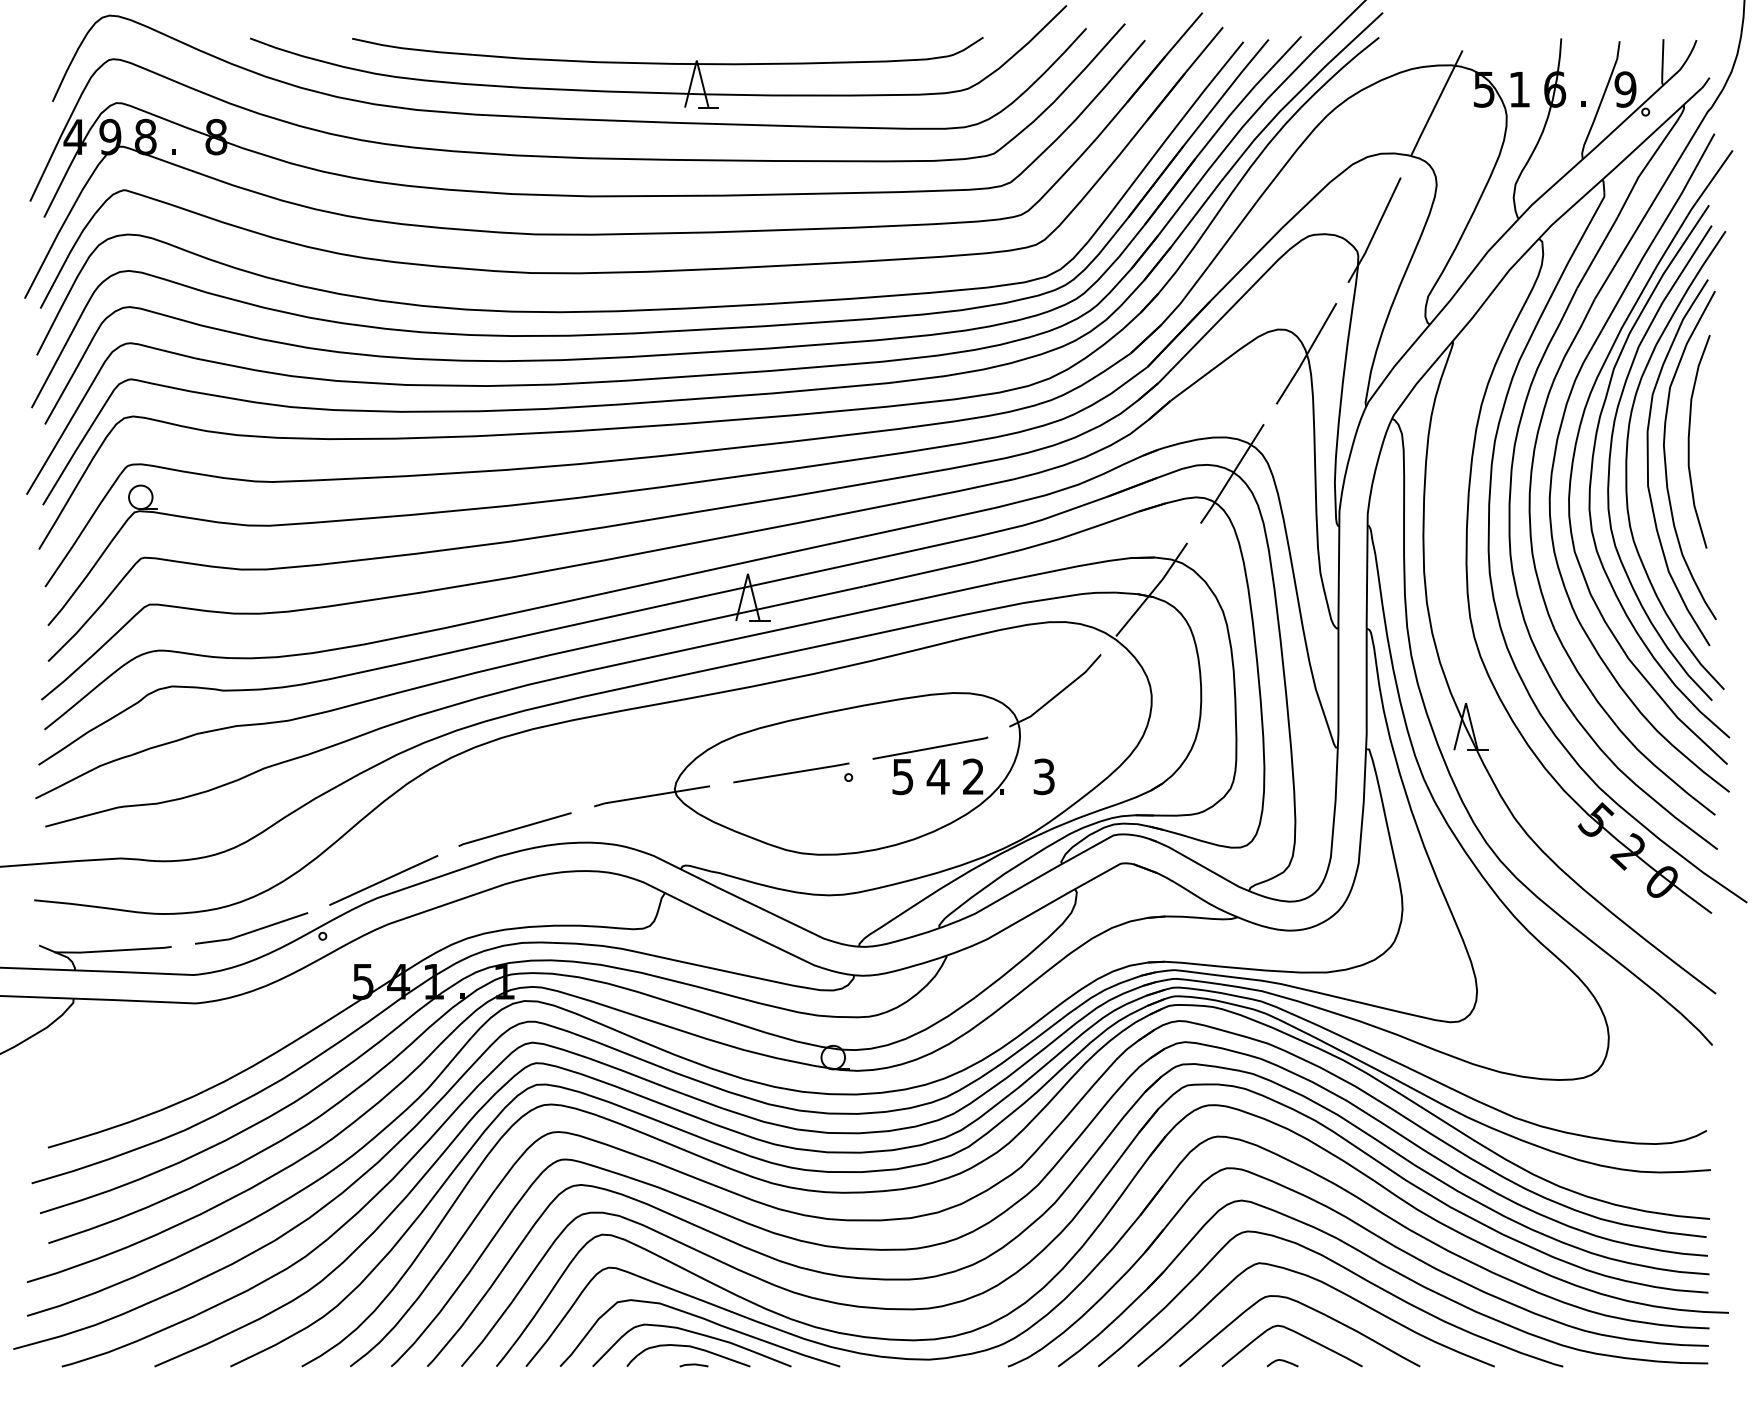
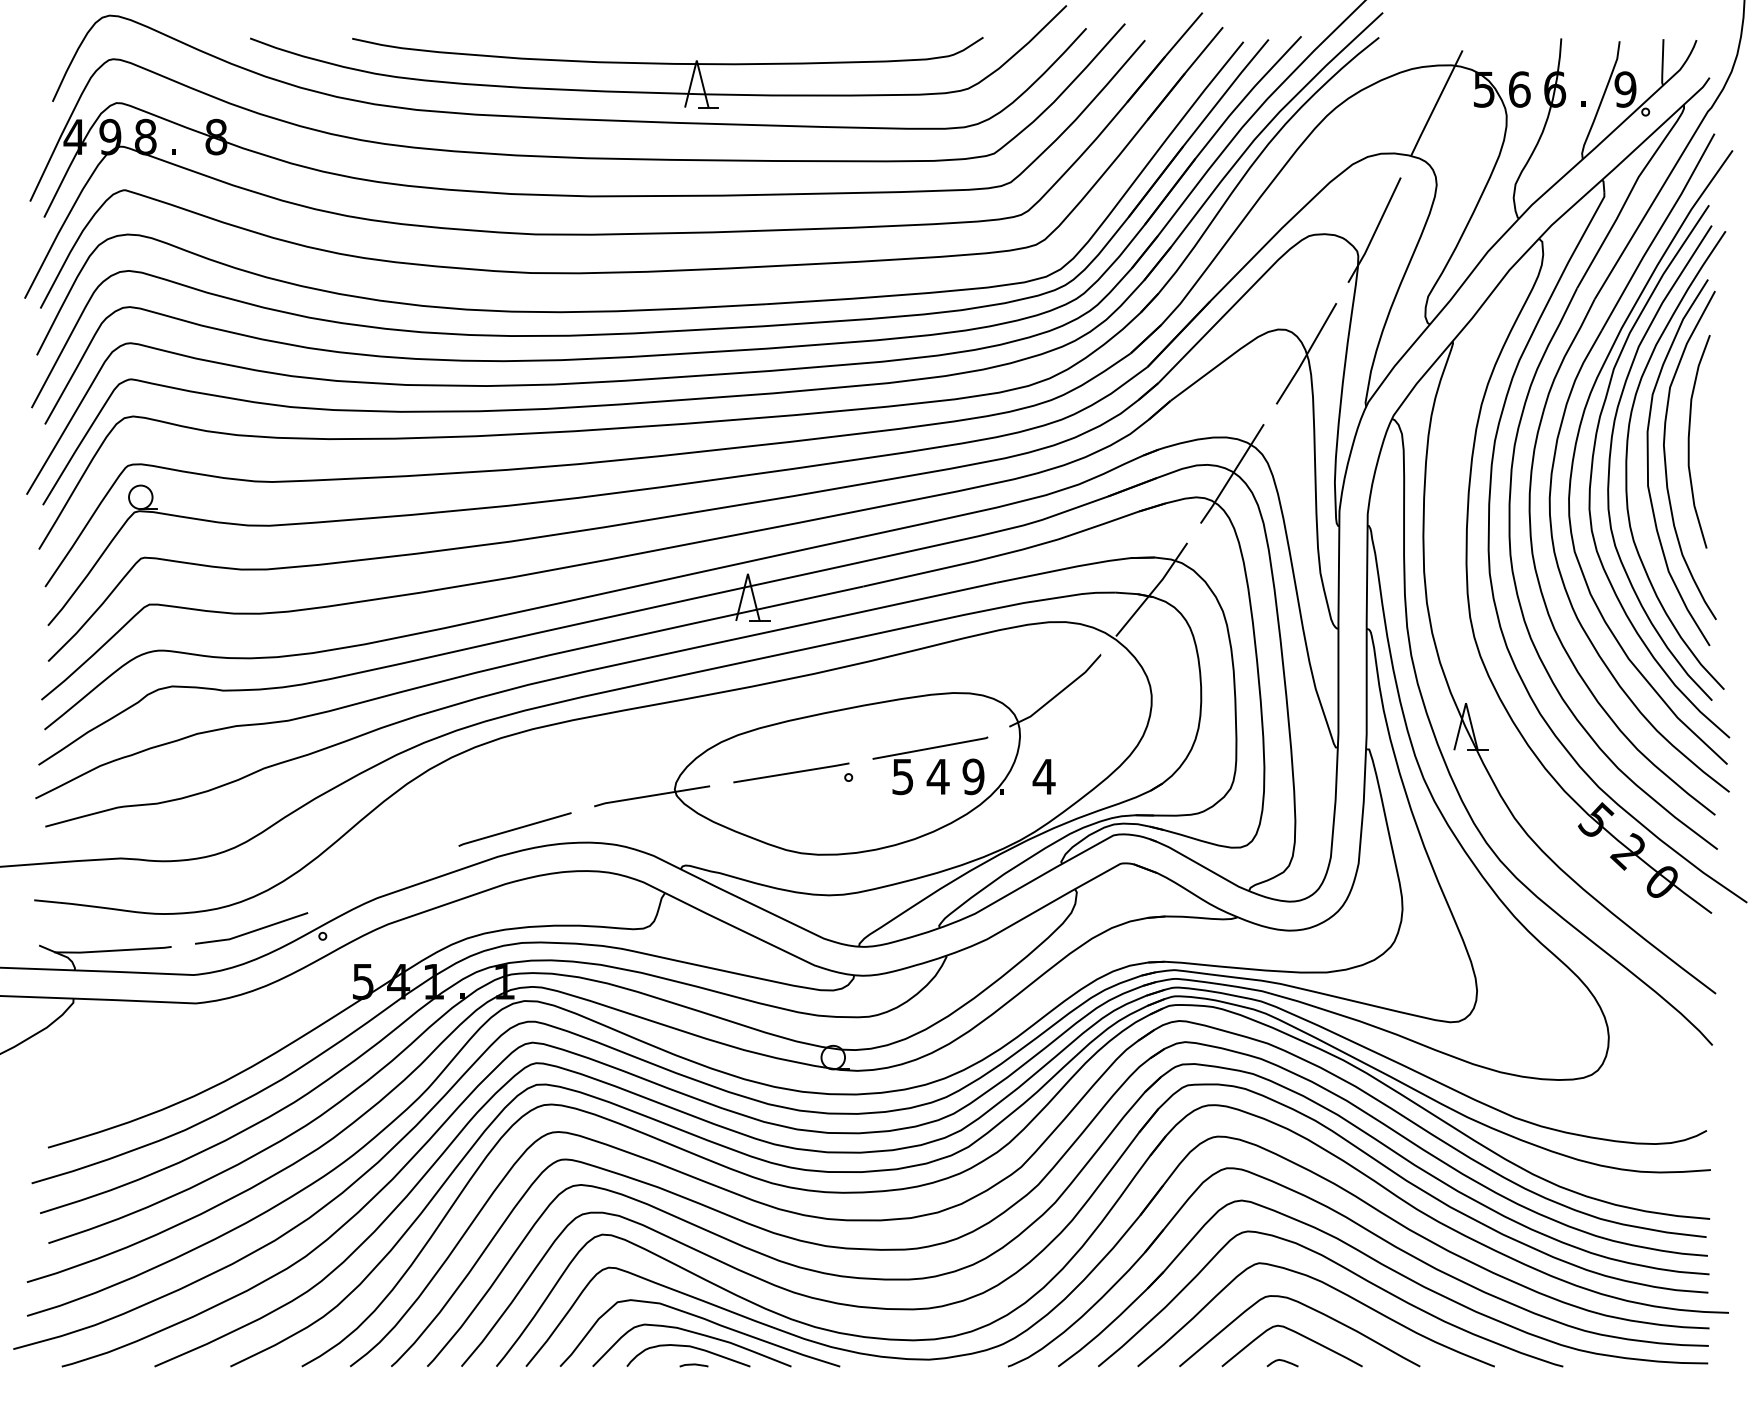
text at (1519, 89): 1 -> 6
text at (973, 776): 2 -> 9
text at (1043, 776): 3 -> 4
line at (383, 880): present -> none
